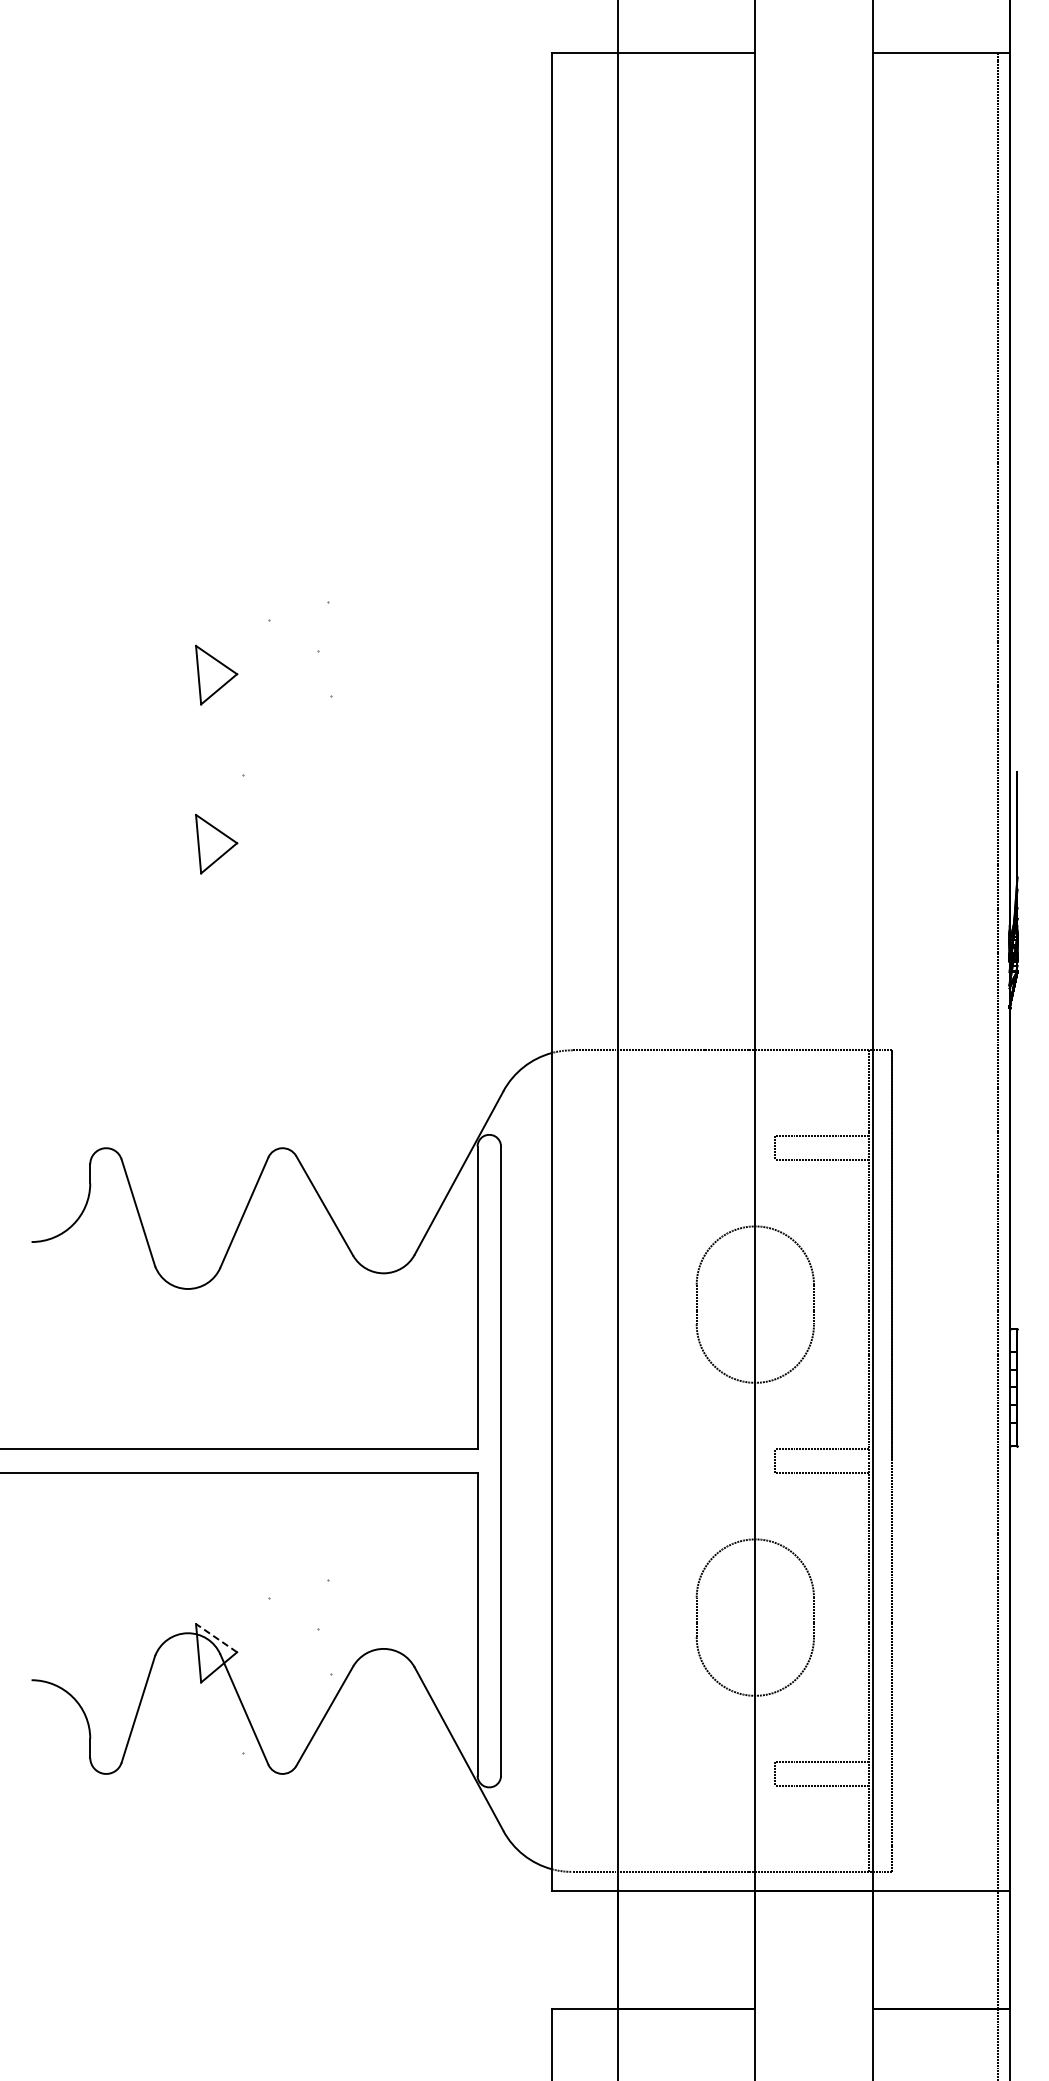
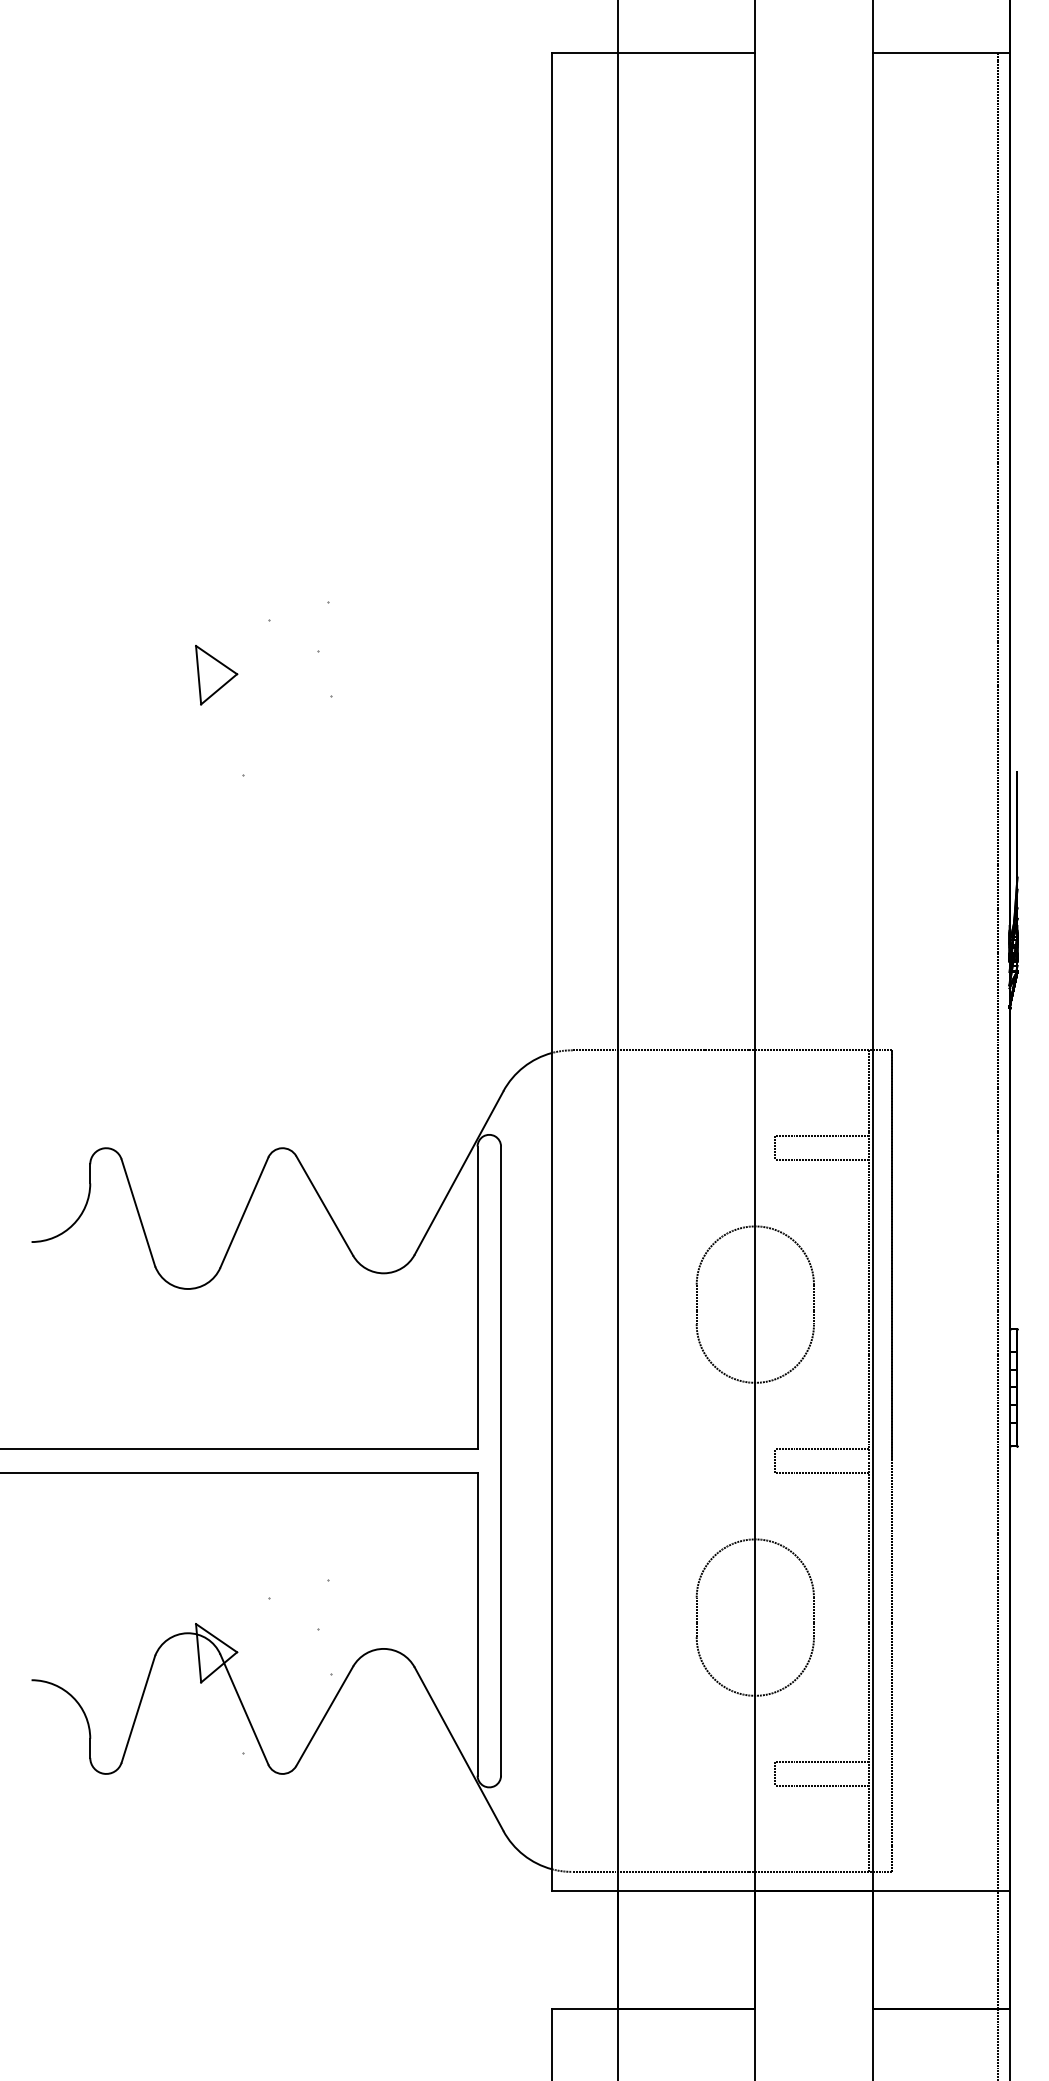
part at (216, 844): present -> none
line at (216, 1638): dashed -> solid
